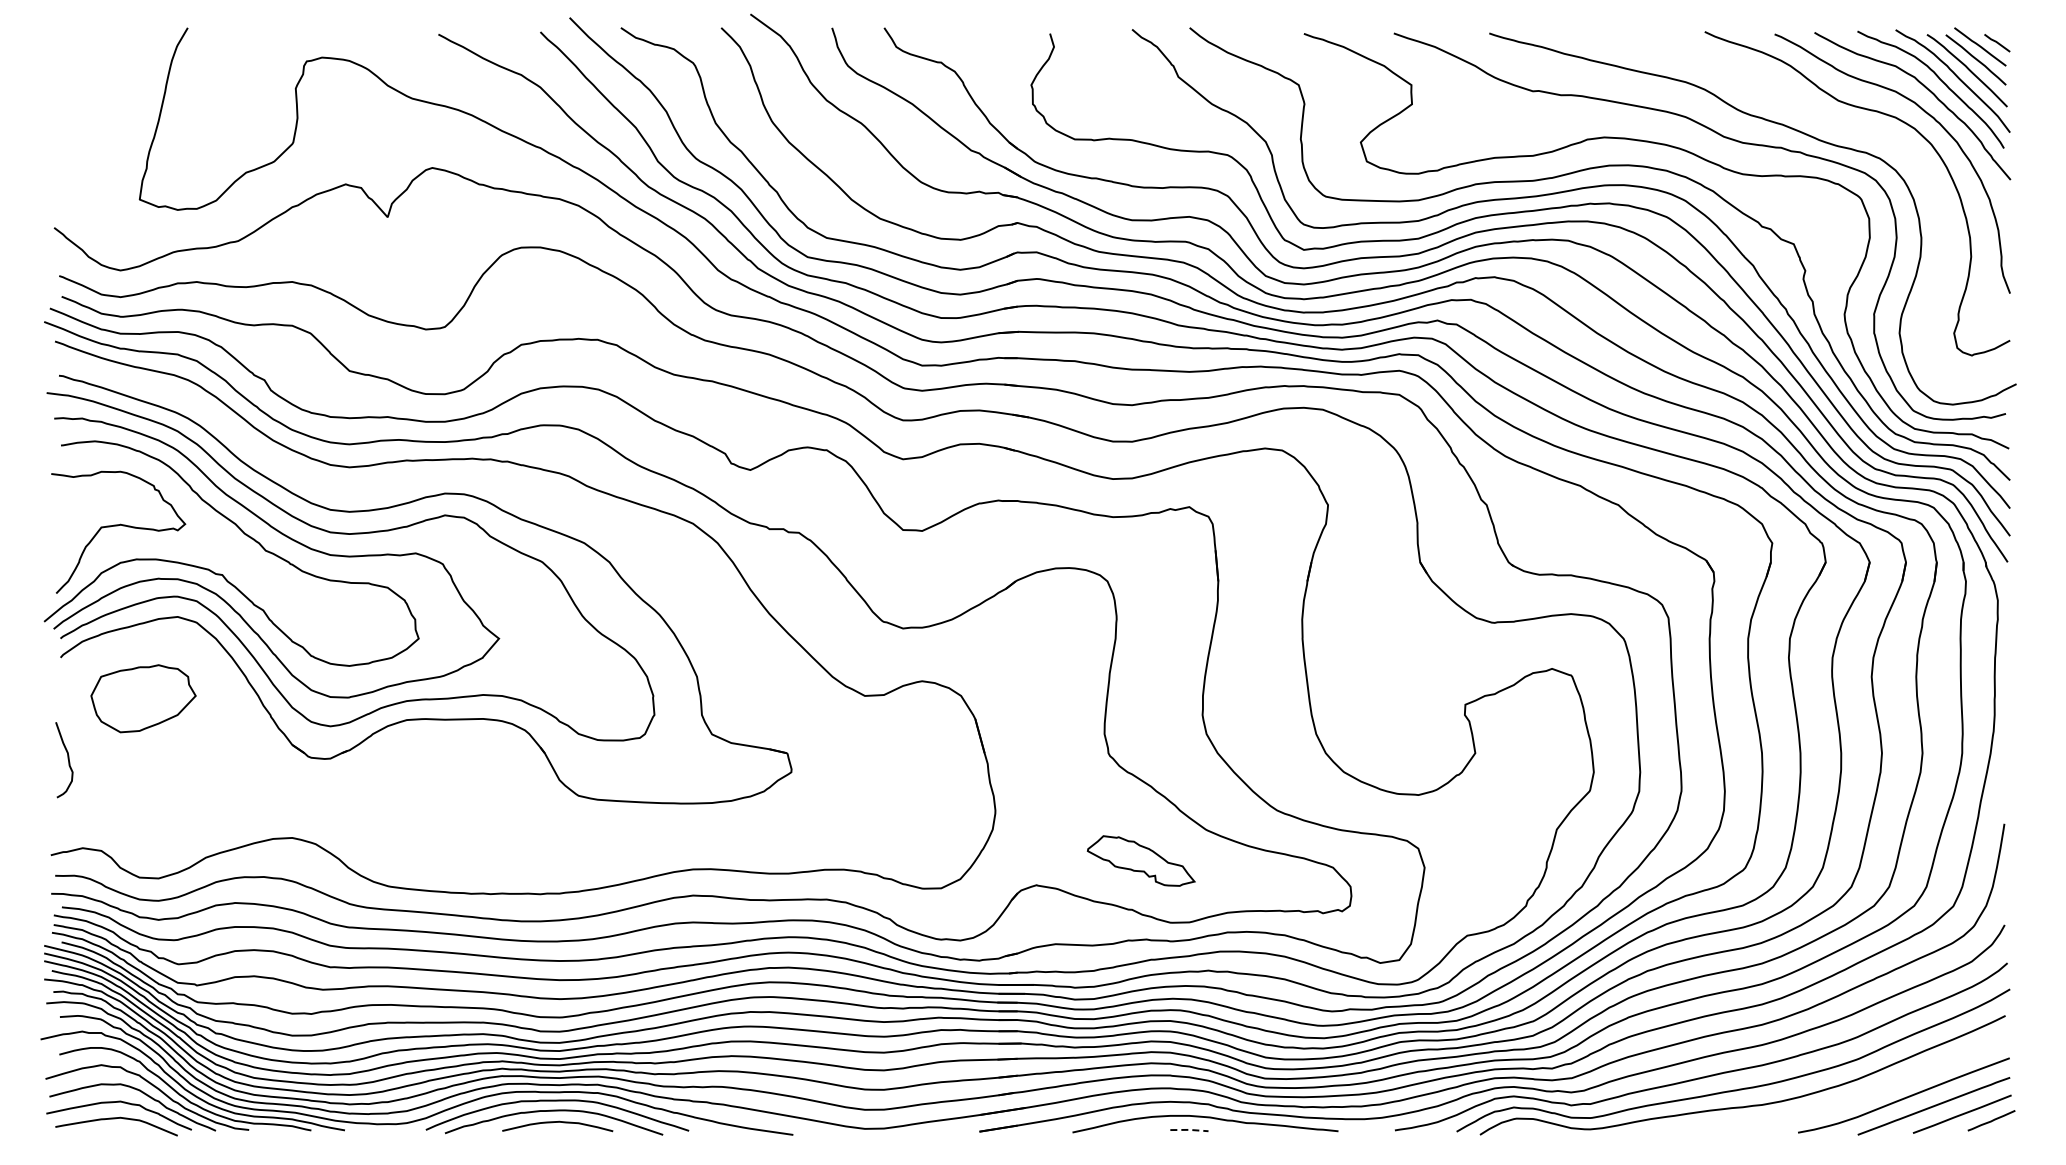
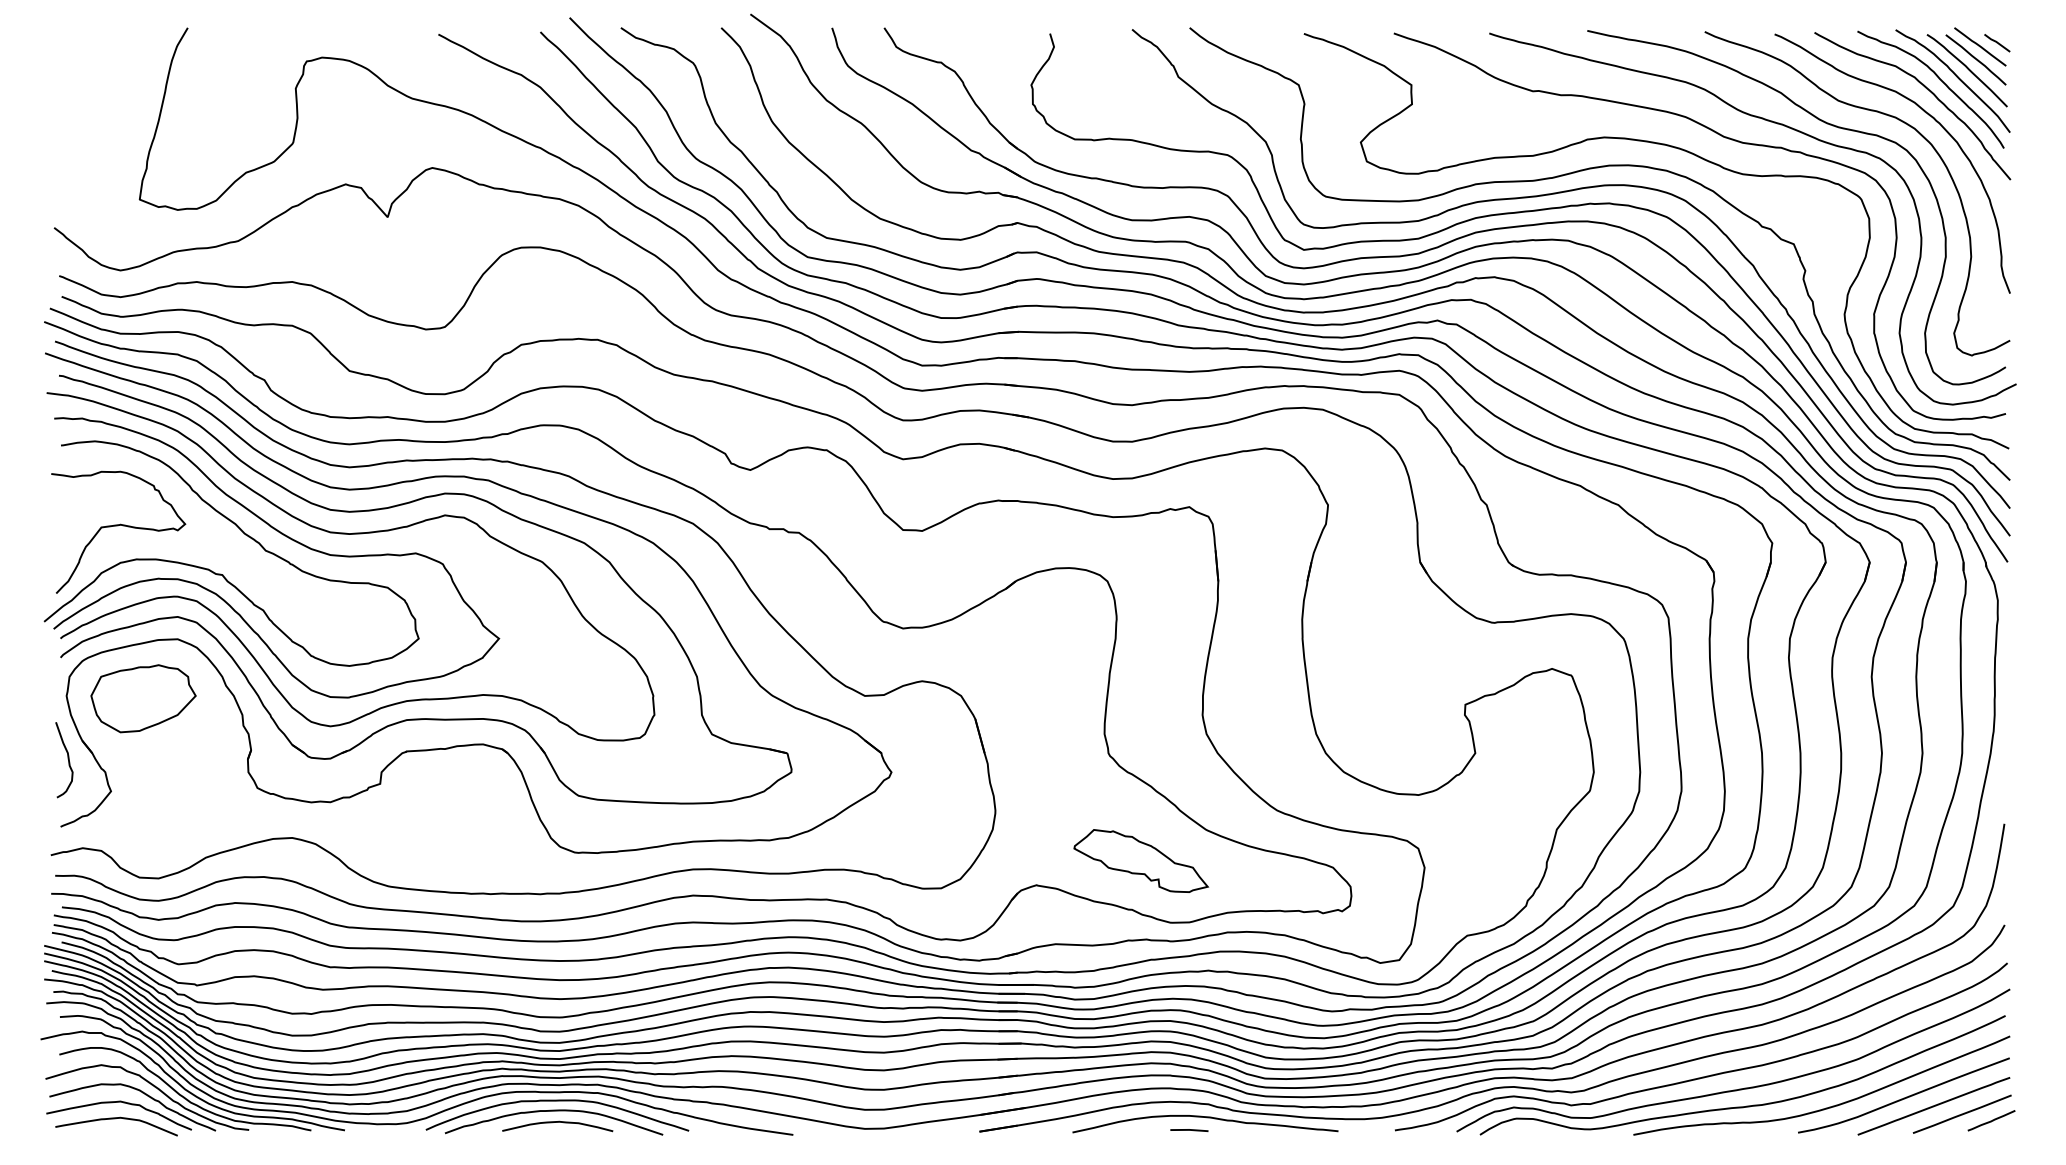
curve at (1829, 125): none -> present
part at (513, 491): none -> present
part at (1141, 860) size: 109x52 px -> 137x64 px
curve at (1825, 1107): none -> present
line at (1189, 1129): dashed -> solid
